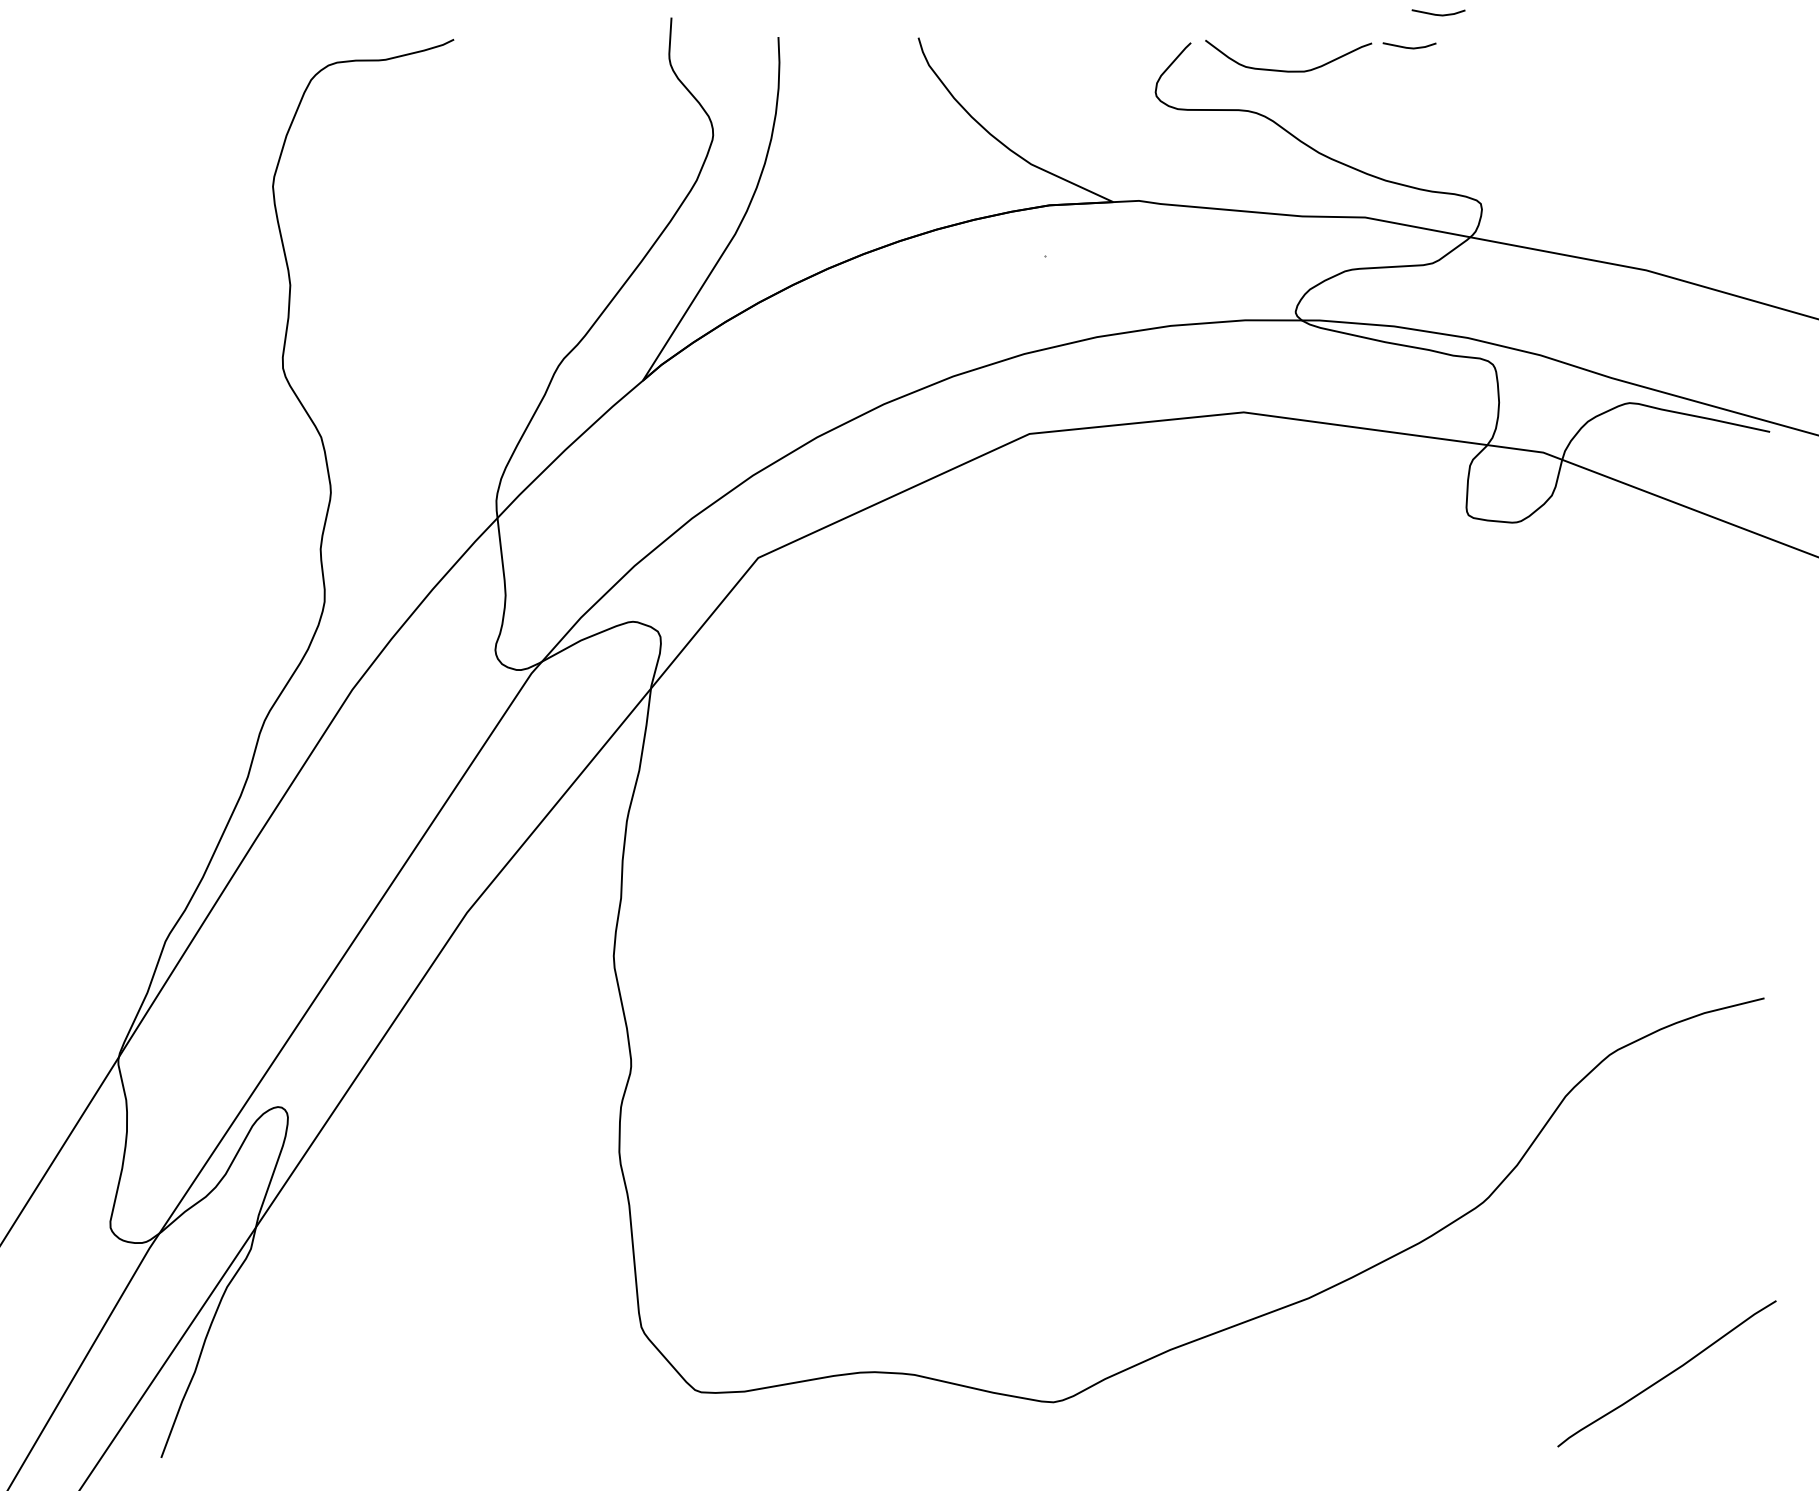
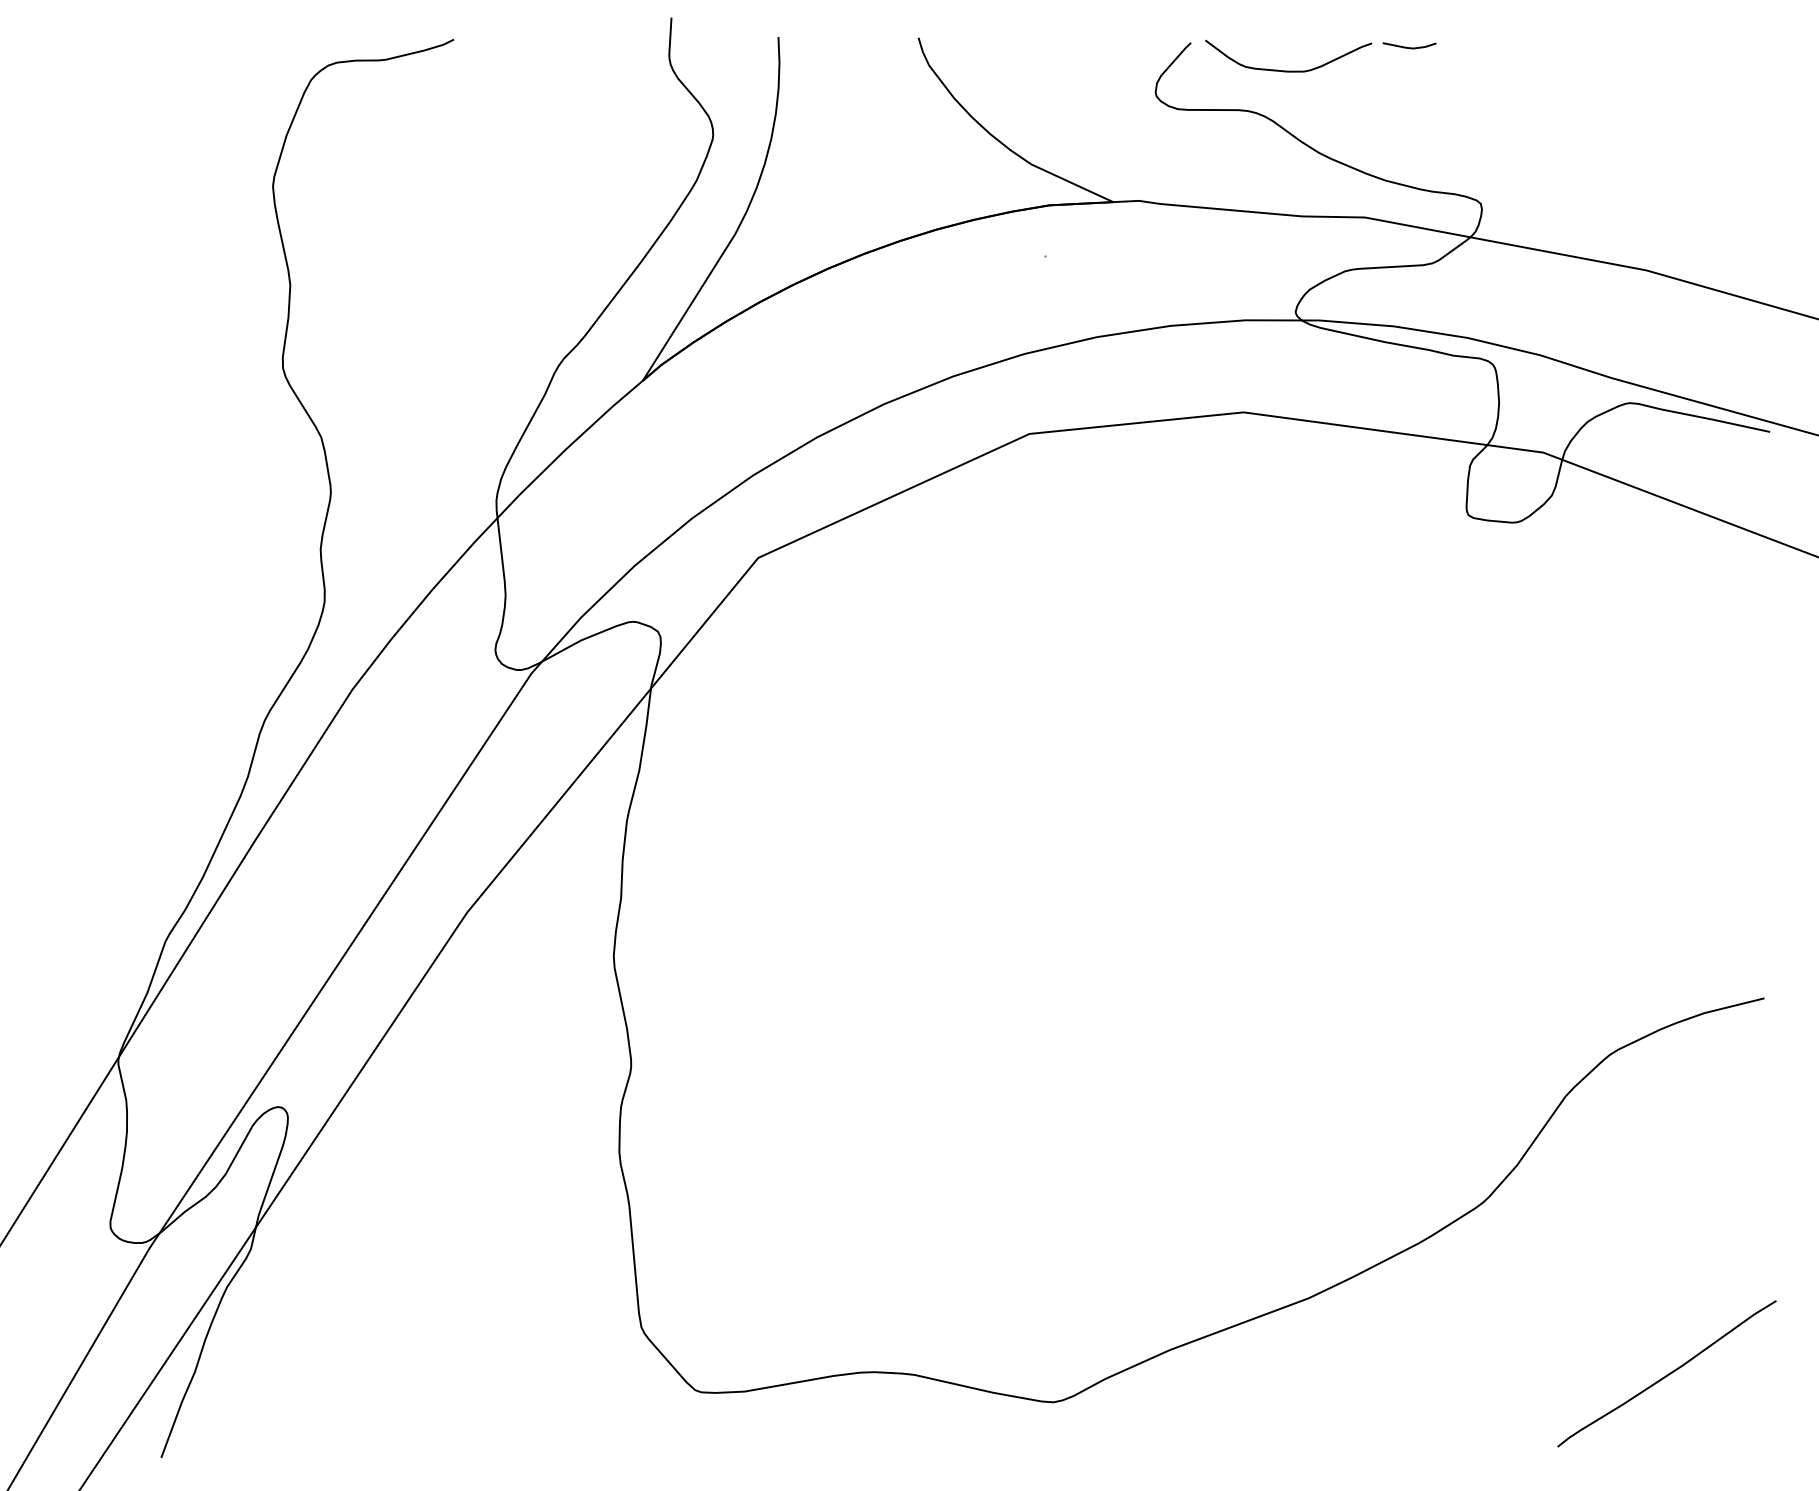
line at (1438, 14): present -> none
